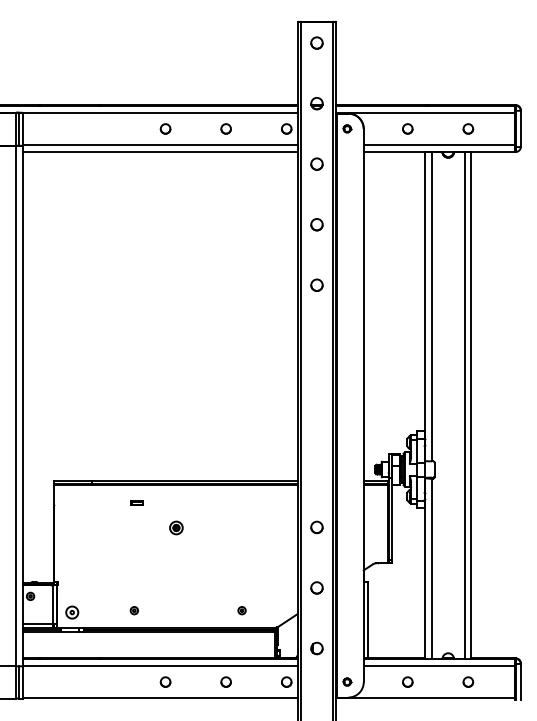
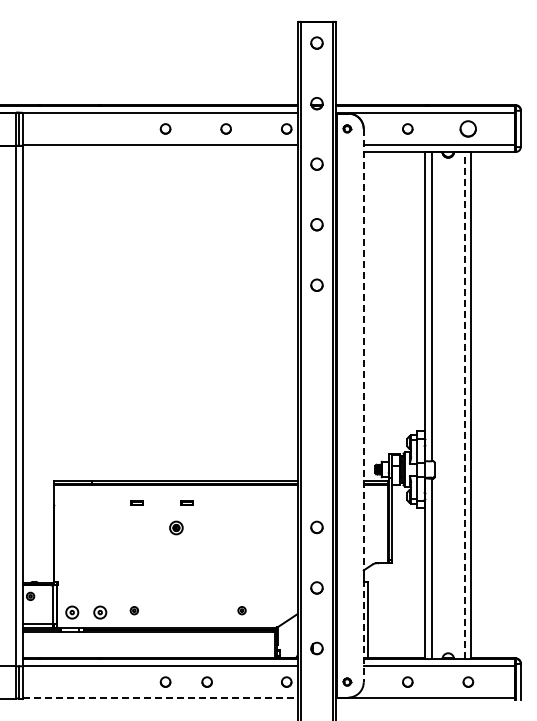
part at (468, 128) size: 13x12 px -> 18x18 px
line at (159, 151): present -> none
line at (363, 405): solid -> dashed
line at (464, 405): solid -> dashed
part at (186, 502): none -> present
part at (100, 612): none -> present
circle at (225, 681) position: (225, 681) -> (206, 681)
line at (160, 698): solid -> dashed
